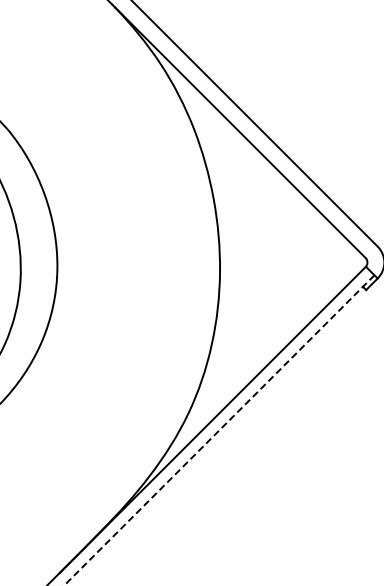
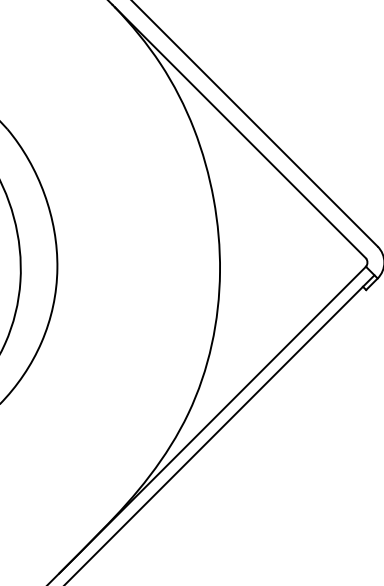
line at (219, 430): dashed -> solid
